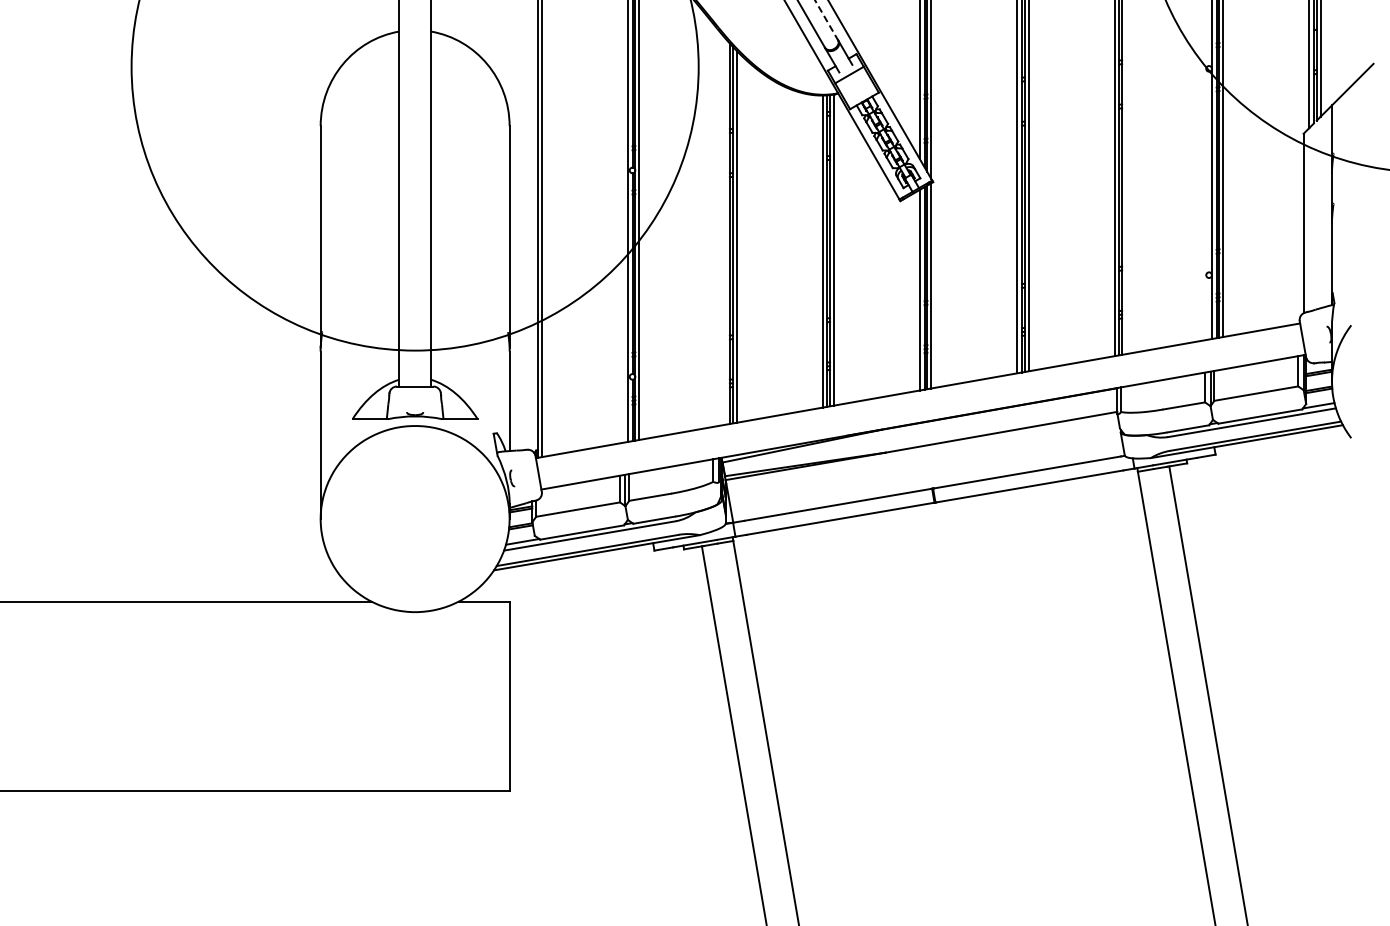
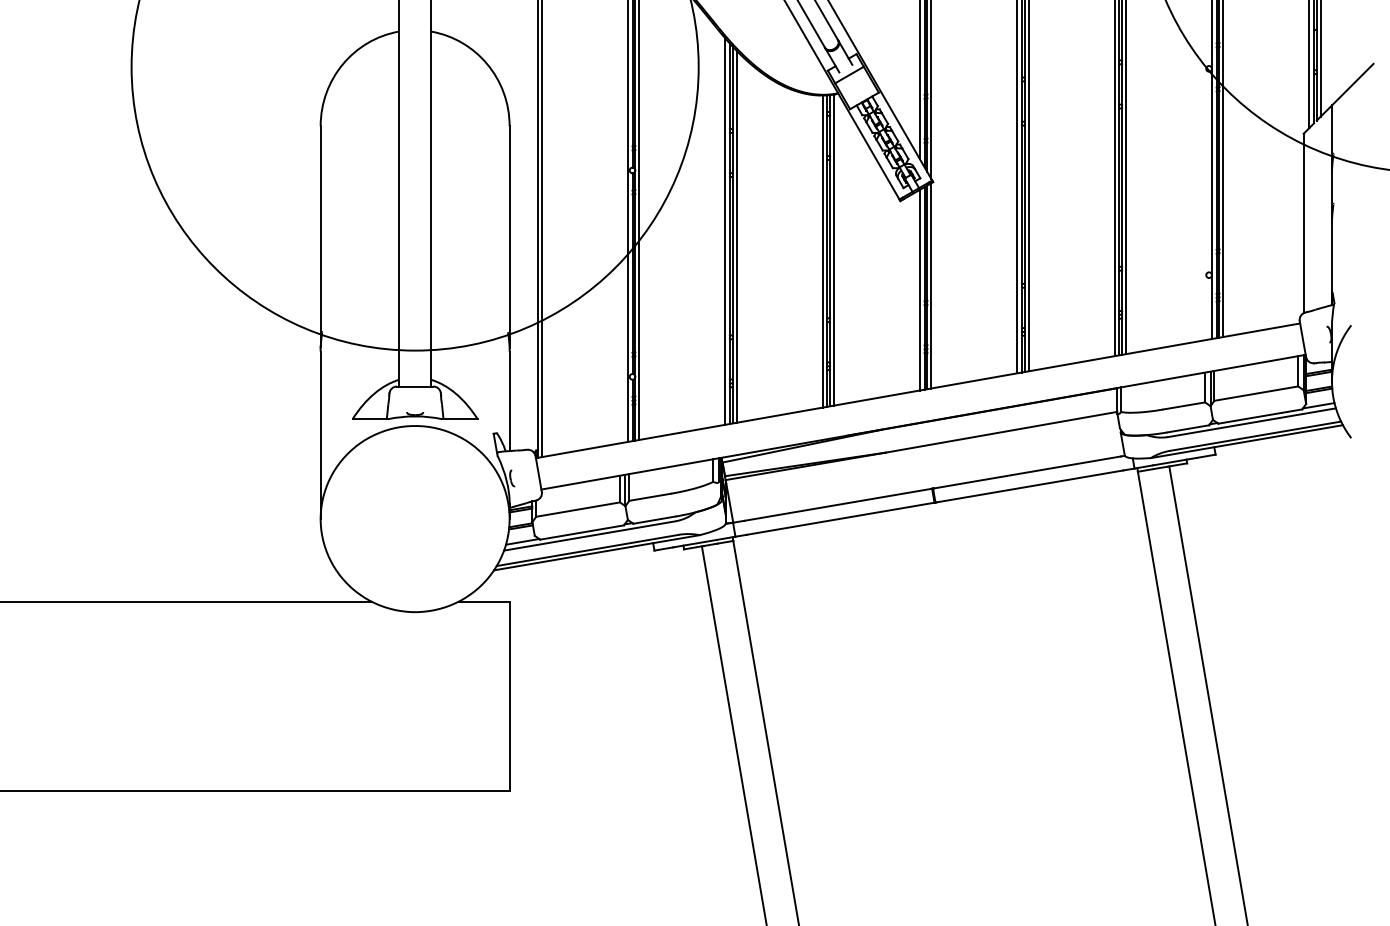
line at (826, 20): dashed -> solid
line at (1125, 178): none -> present
line at (725, 231): none -> present
